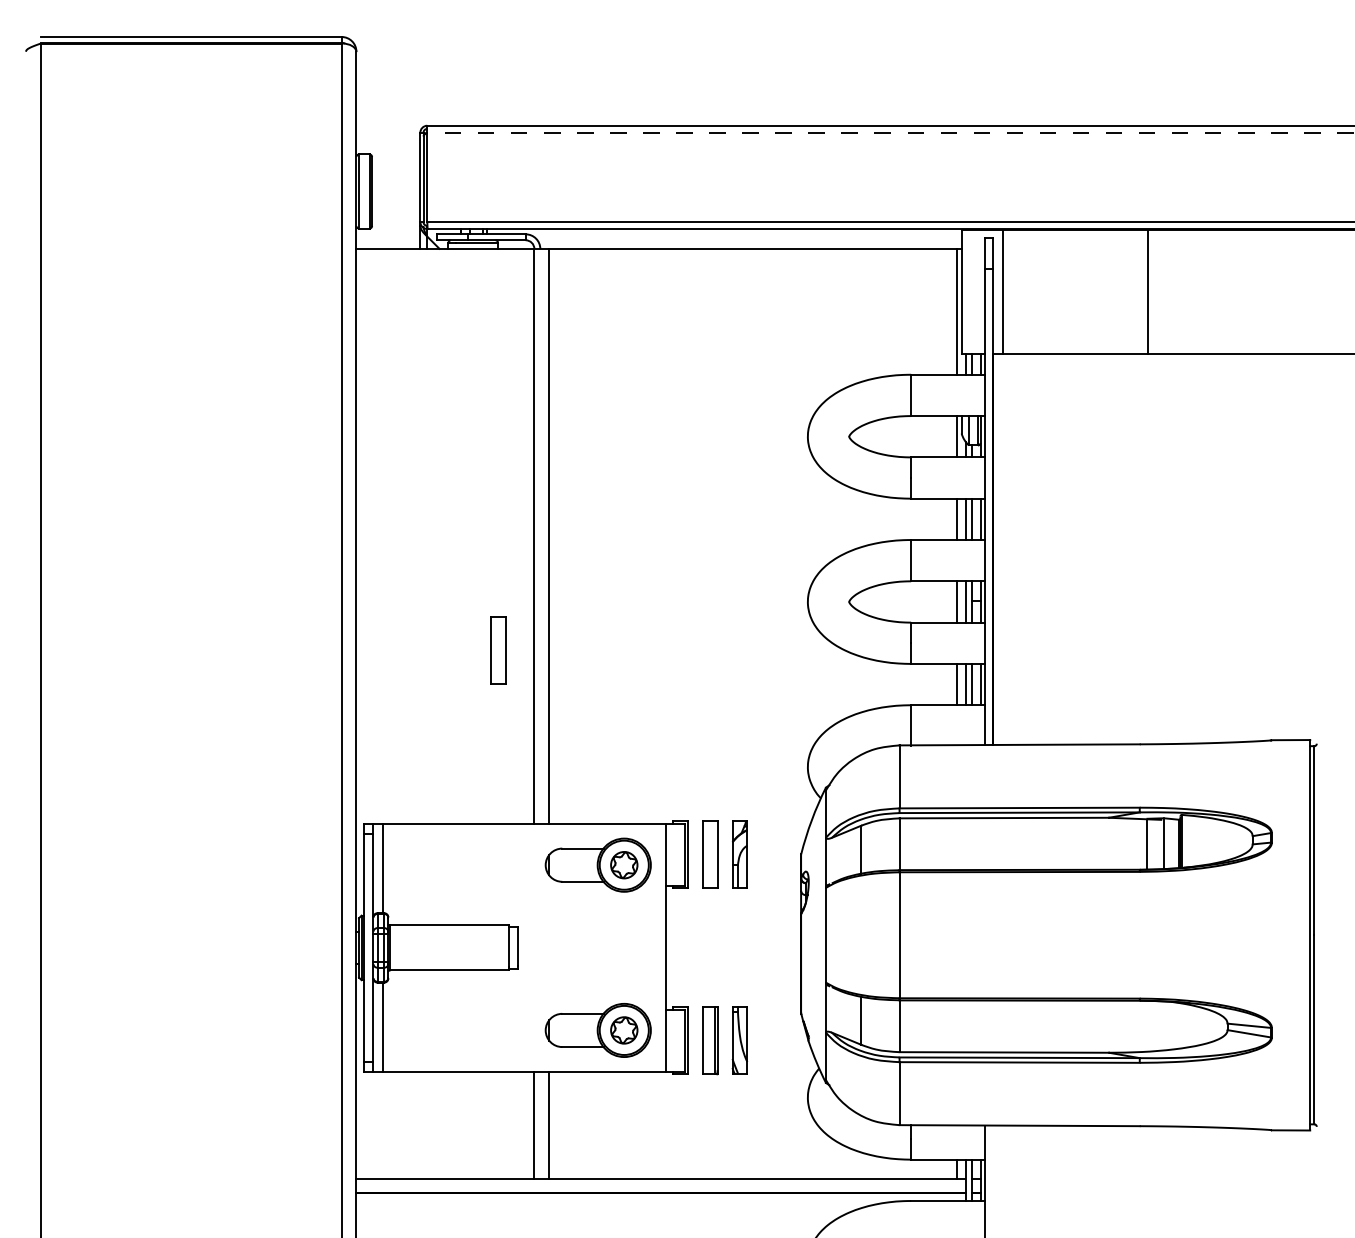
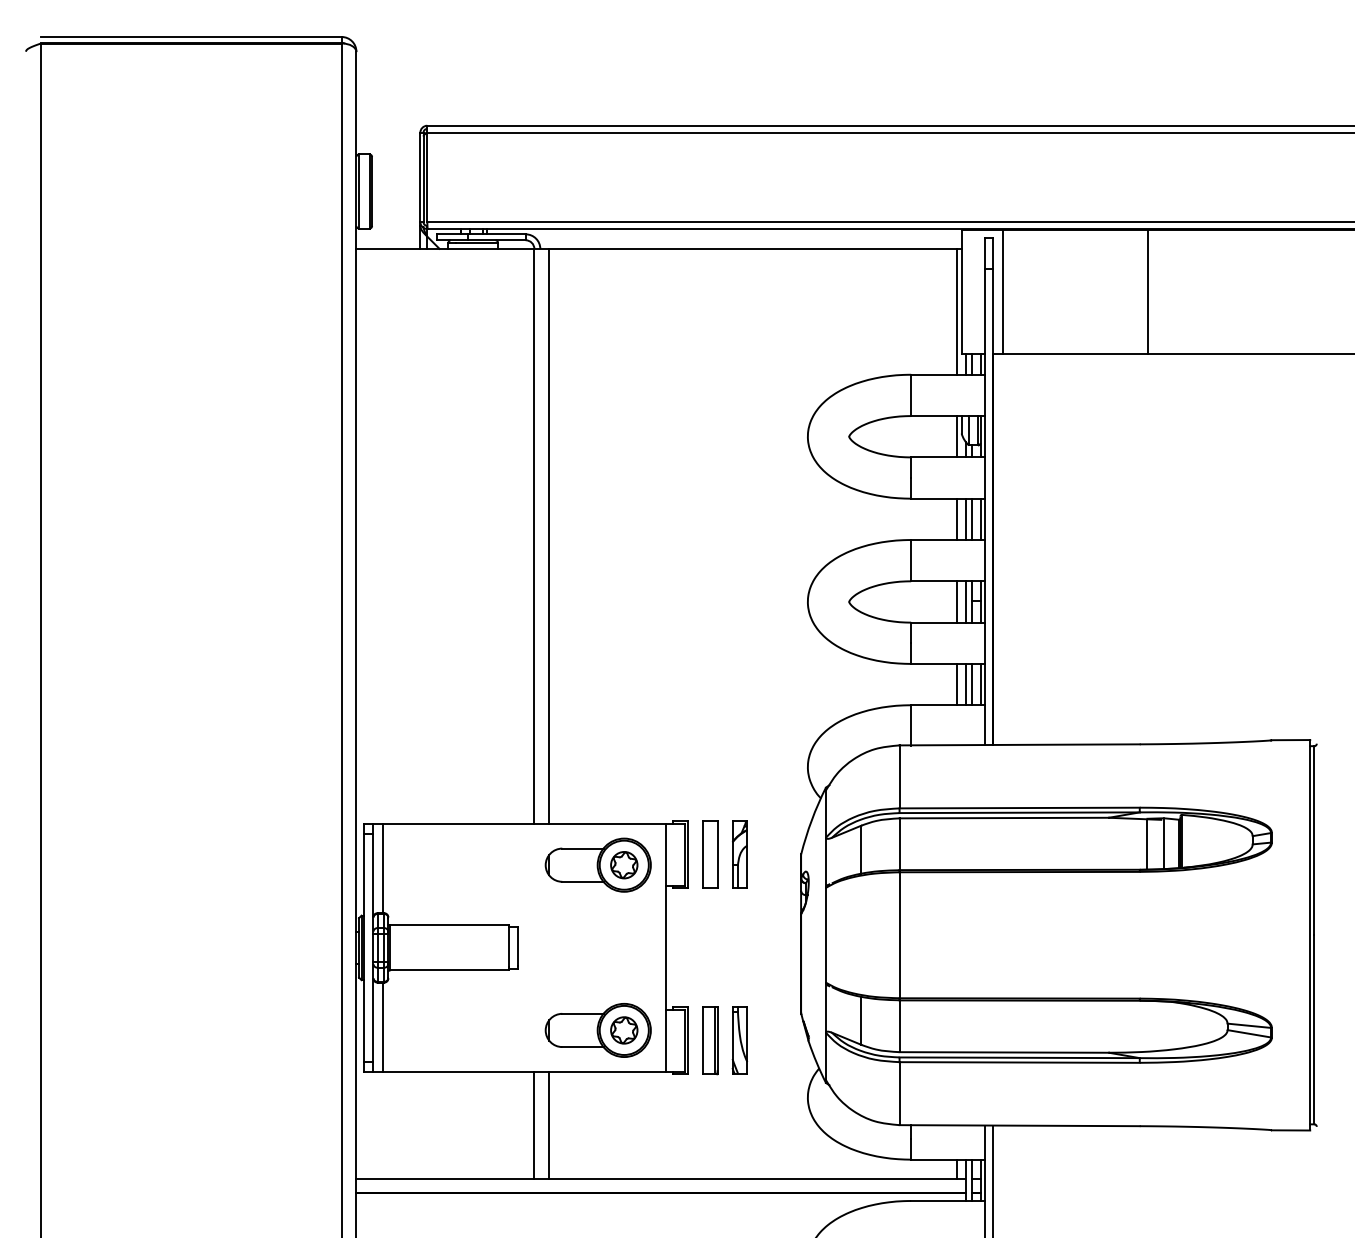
line at (890, 132): dashed -> solid
part at (498, 650): present -> none
line at (992, 1179): none -> present
